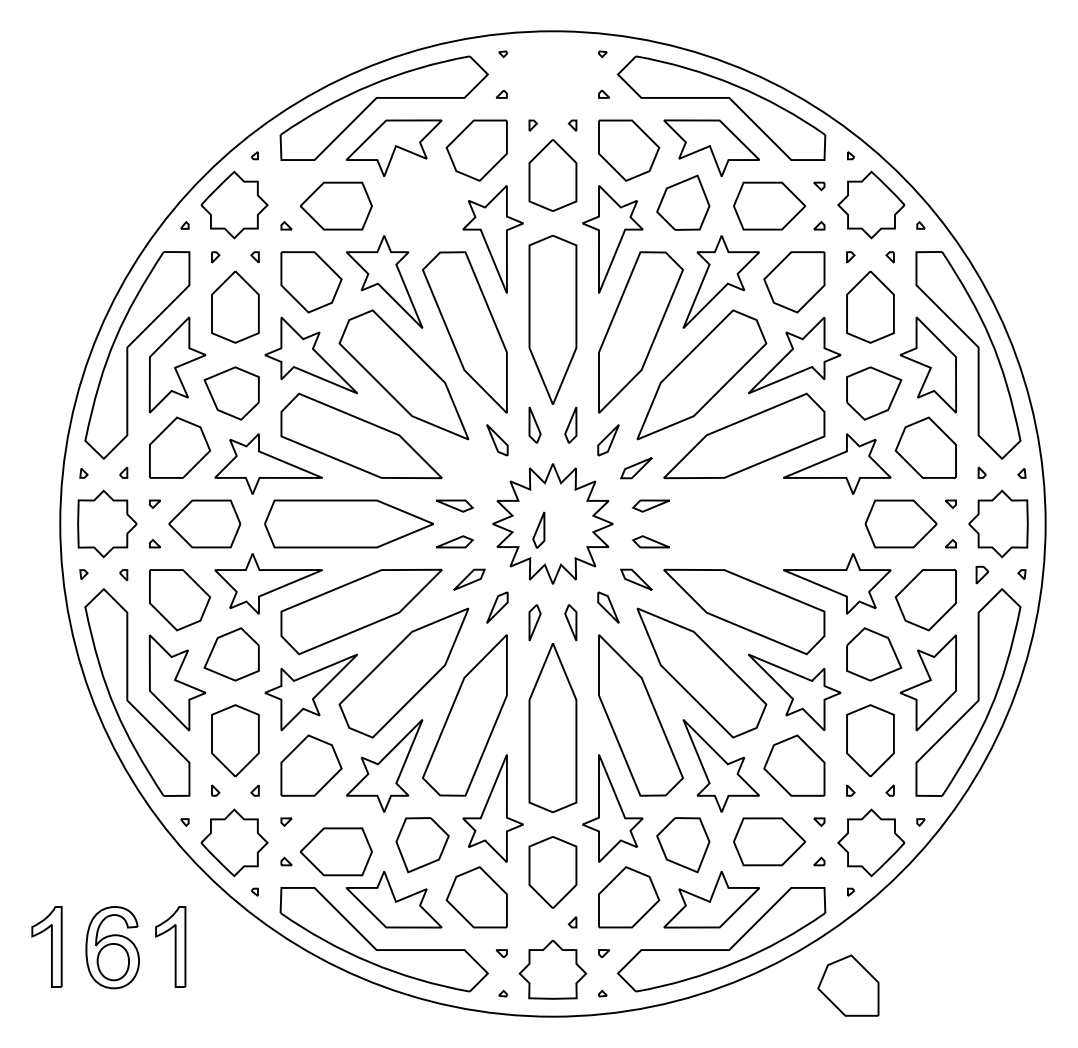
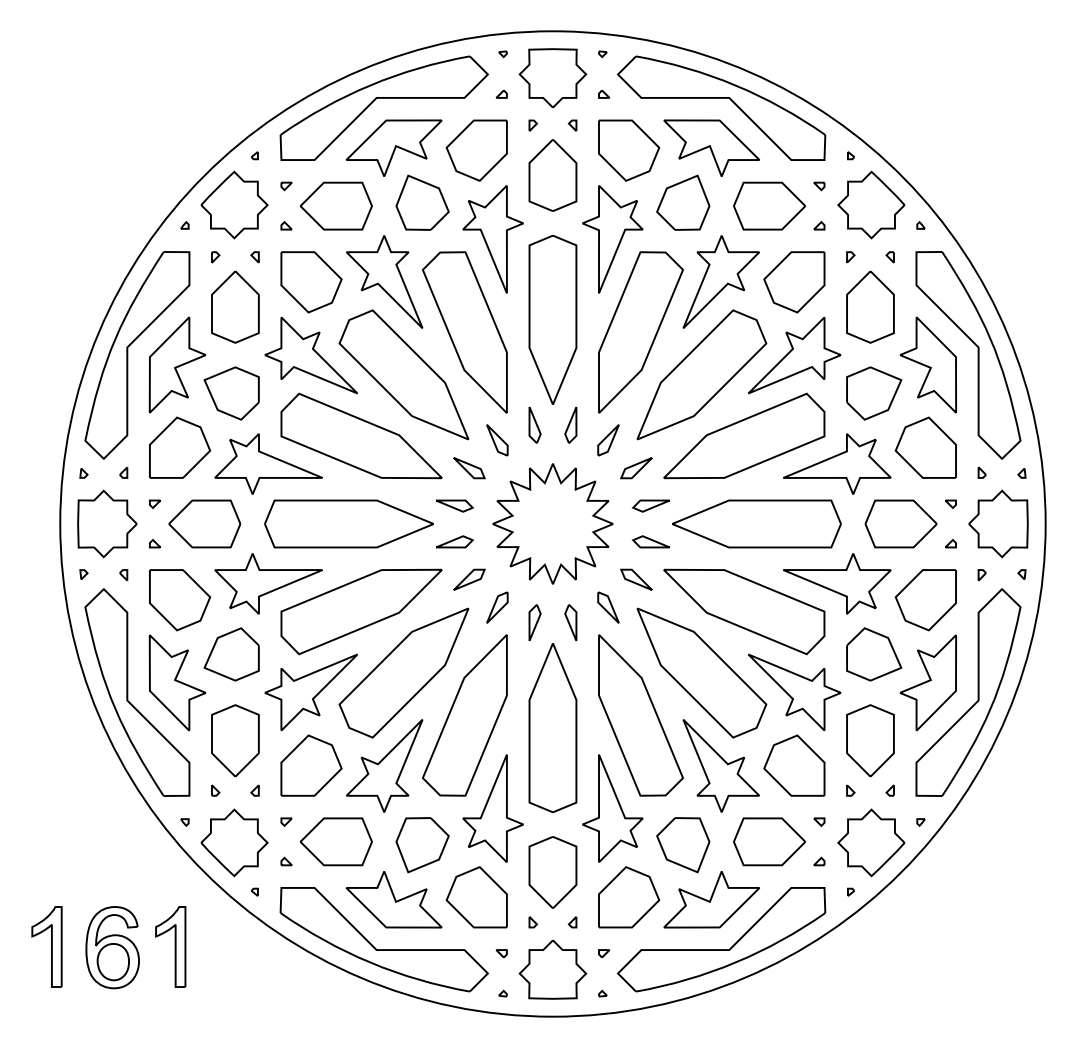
part at (552, 77): none -> present
part at (286, 186): none -> present
part at (422, 202): none -> present
part at (469, 468): none -> present
part at (756, 523): none -> present
part at (538, 529): present -> none
part at (981, 574) size: 14x20 px -> 10x13 px
part at (336, 851) position: (336, 851) -> (336, 841)
part at (533, 922): none -> present
part at (848, 985): present -> none
